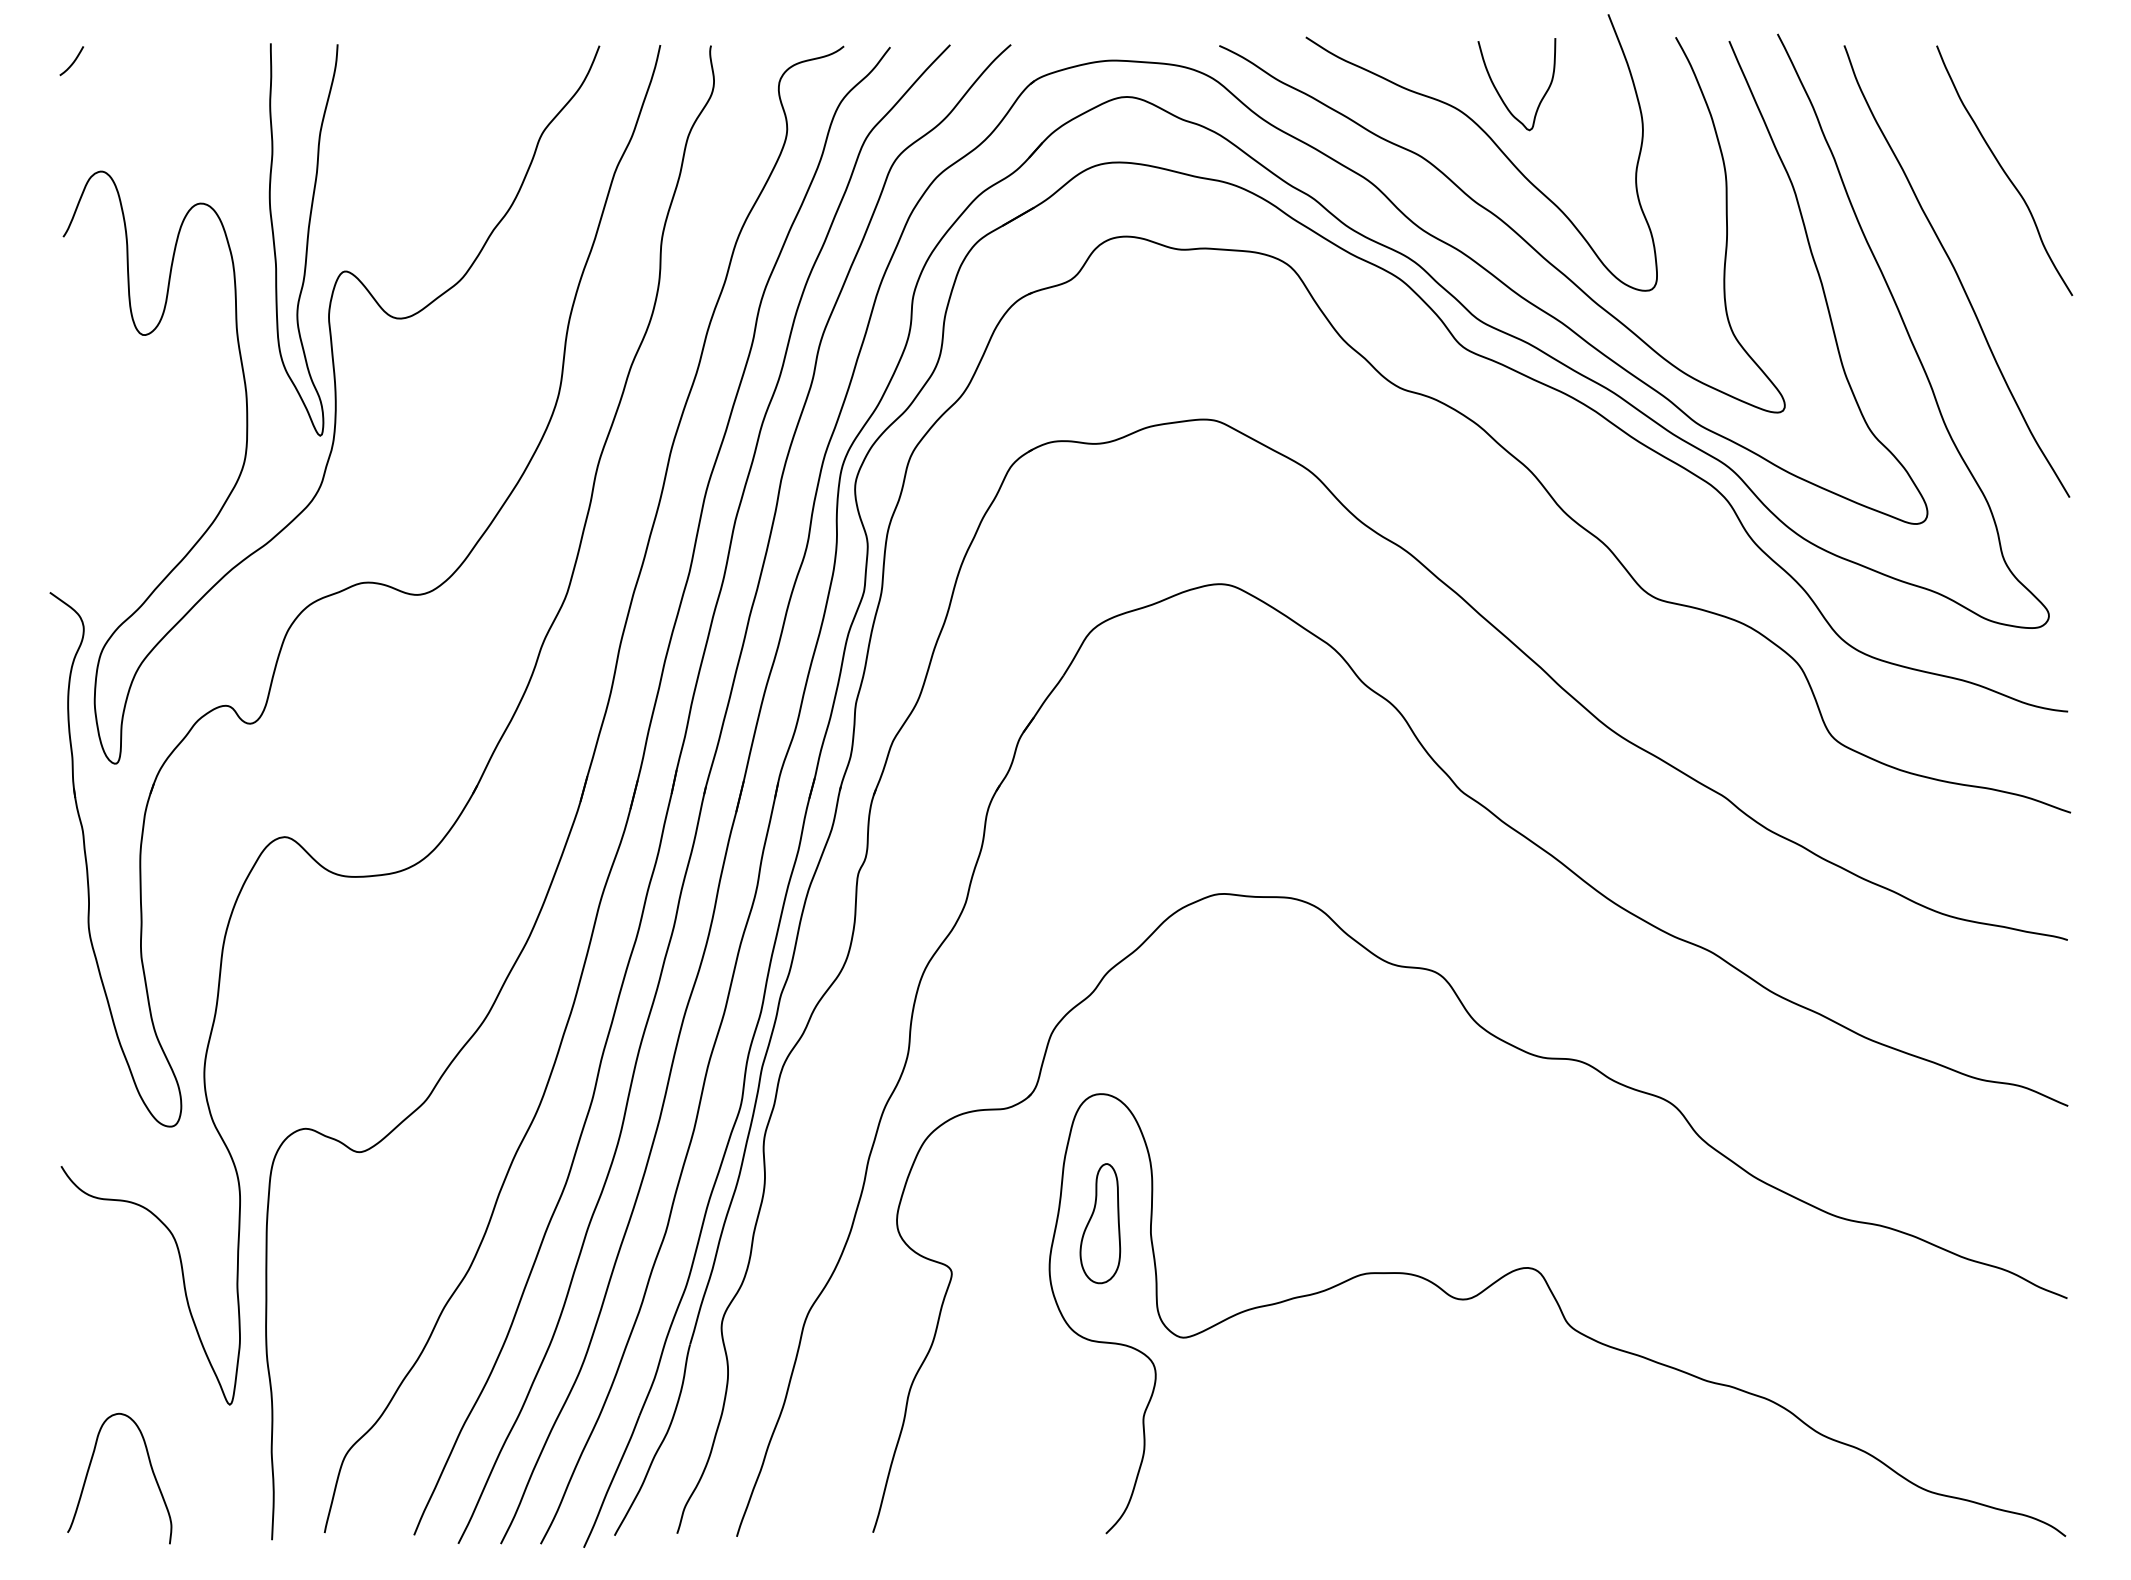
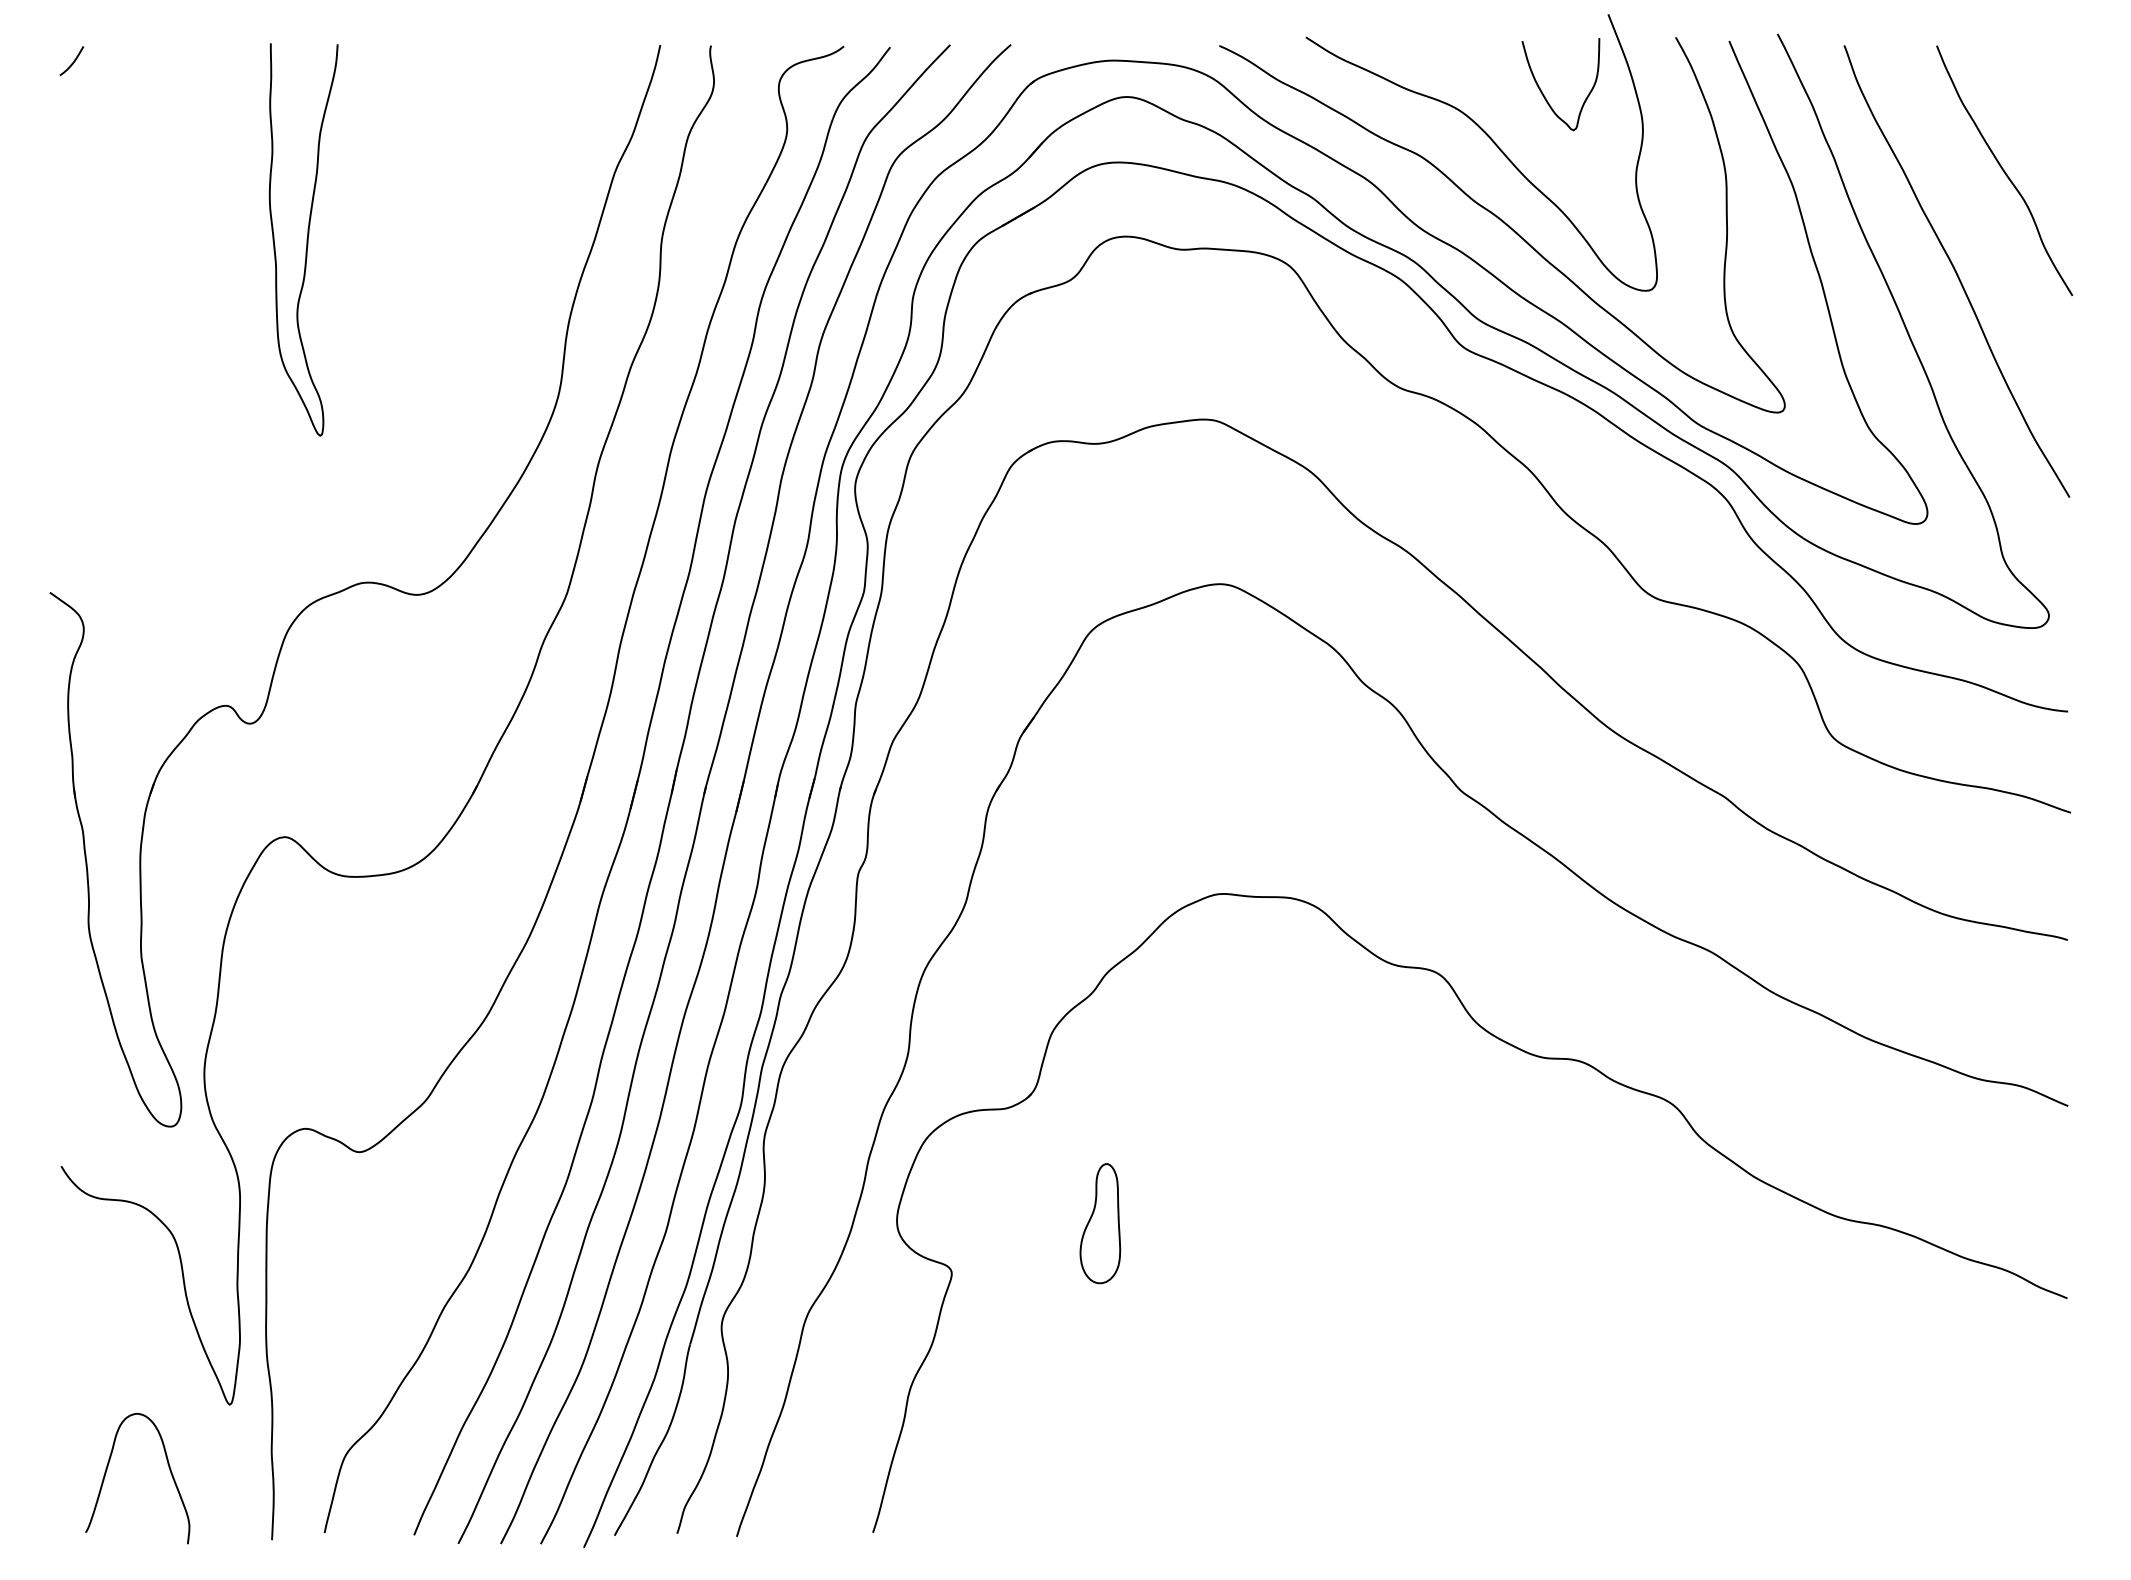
curve at (1501, 96) position: (1501, 96) -> (1545, 96)
curve at (334, 404): present -> none
curve at (1560, 1312): present -> none
curve at (89, 1470) position: (89, 1470) -> (107, 1470)
